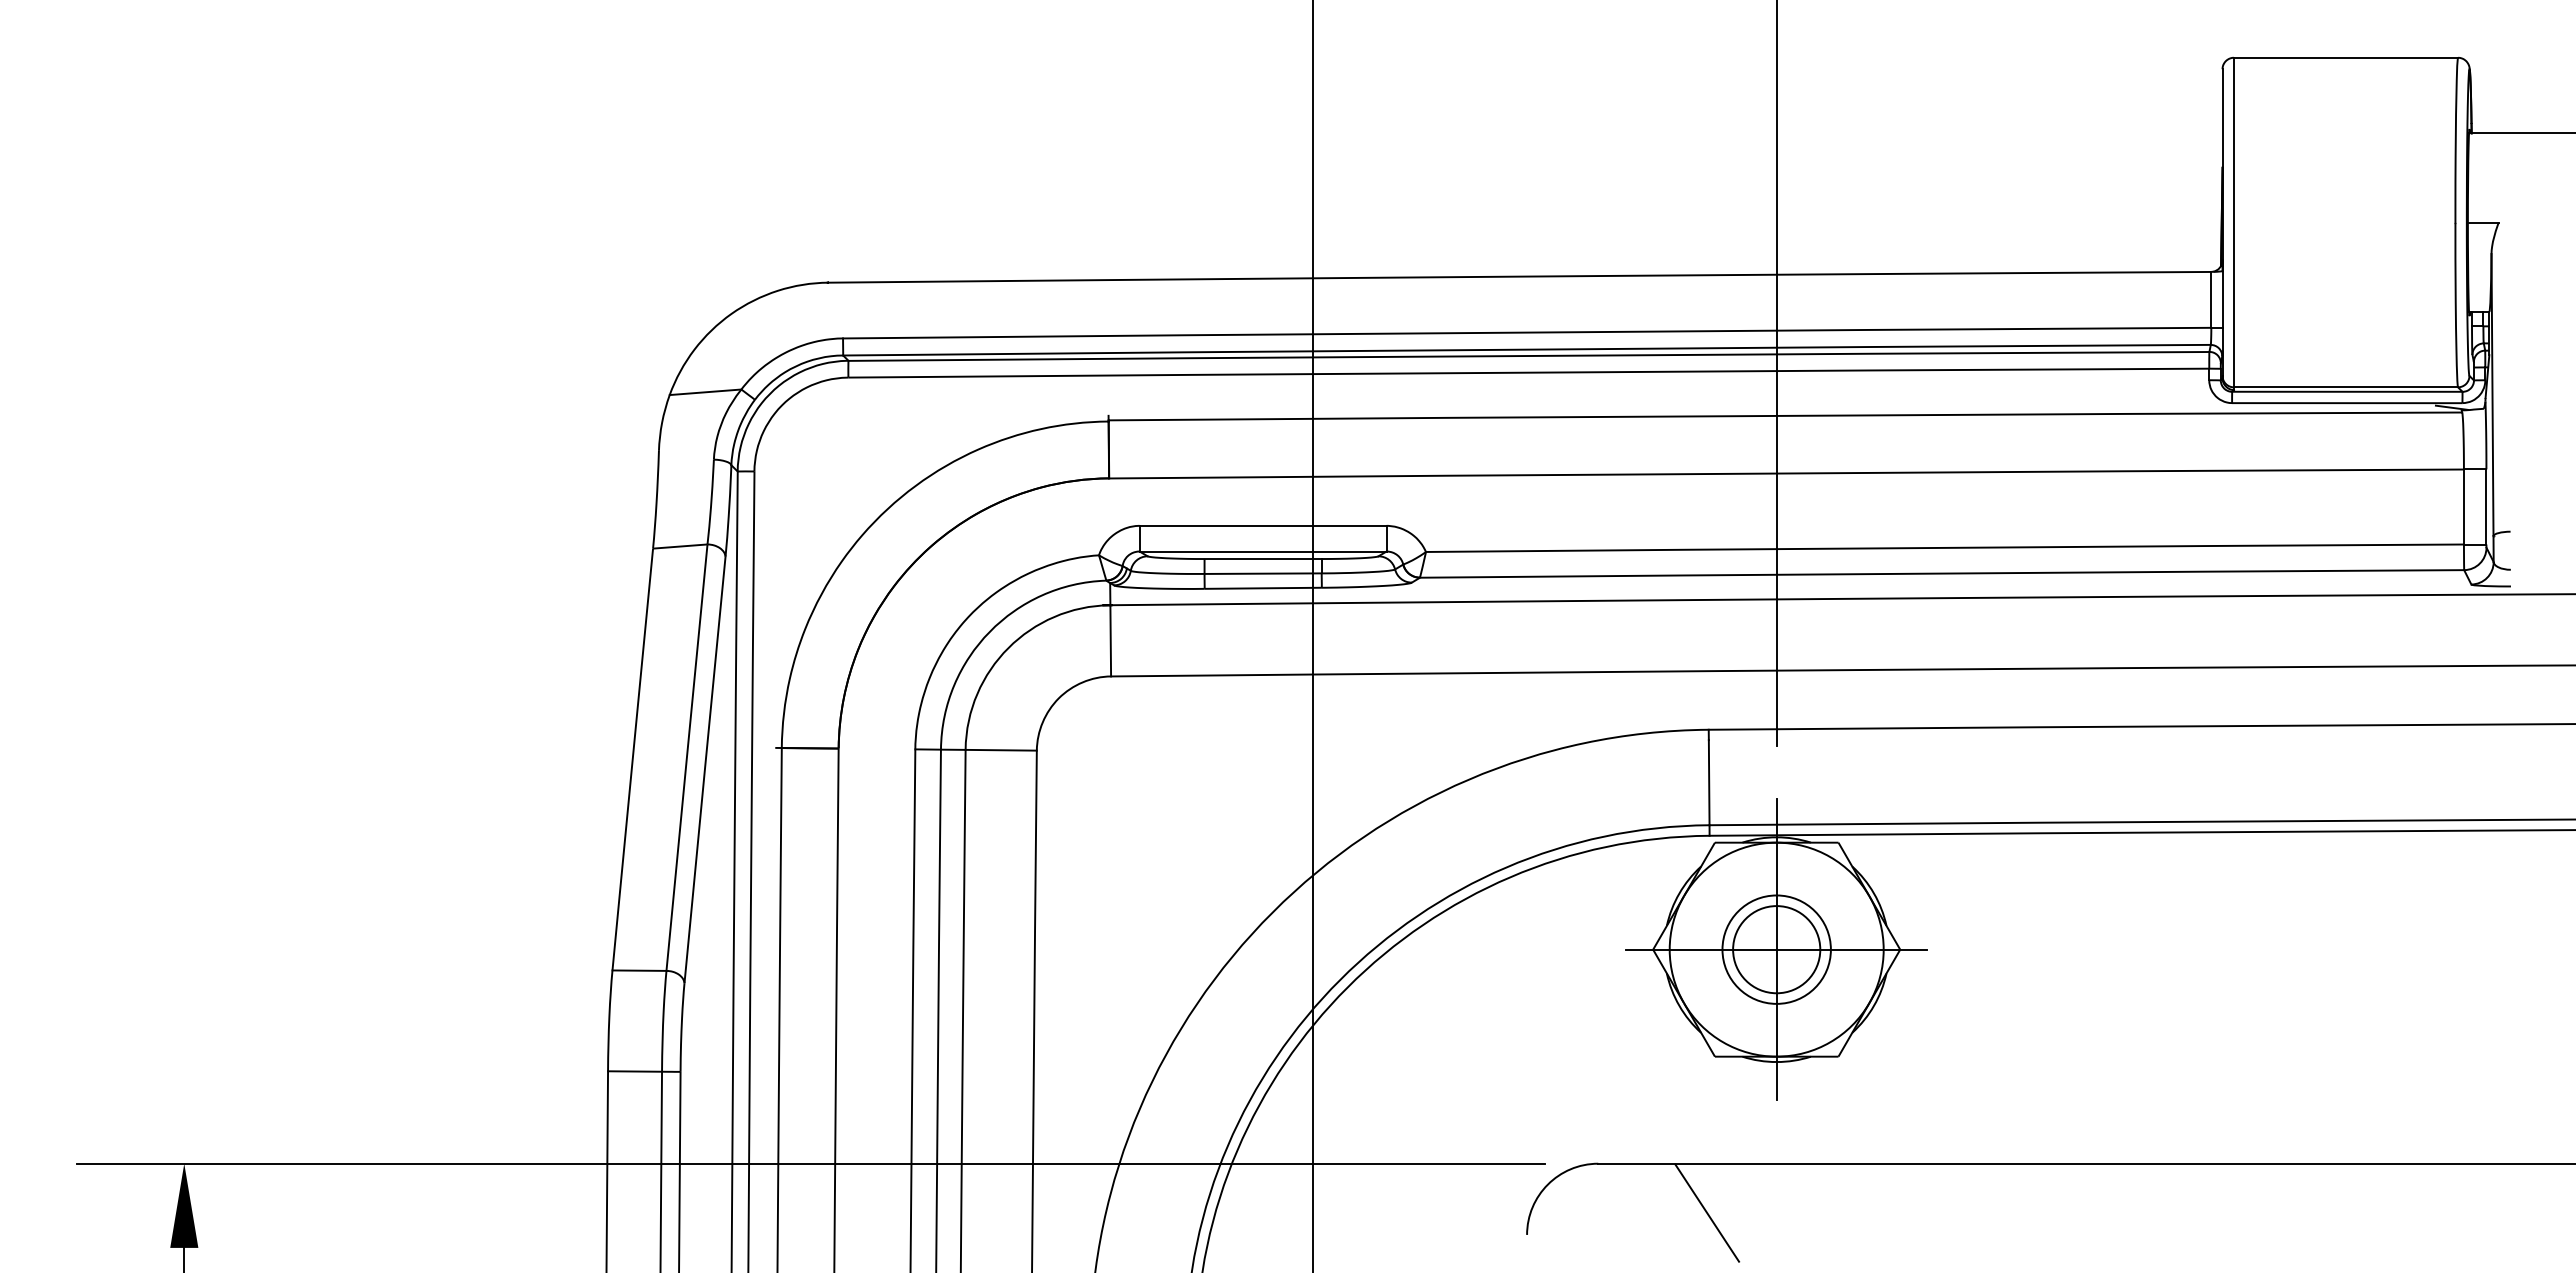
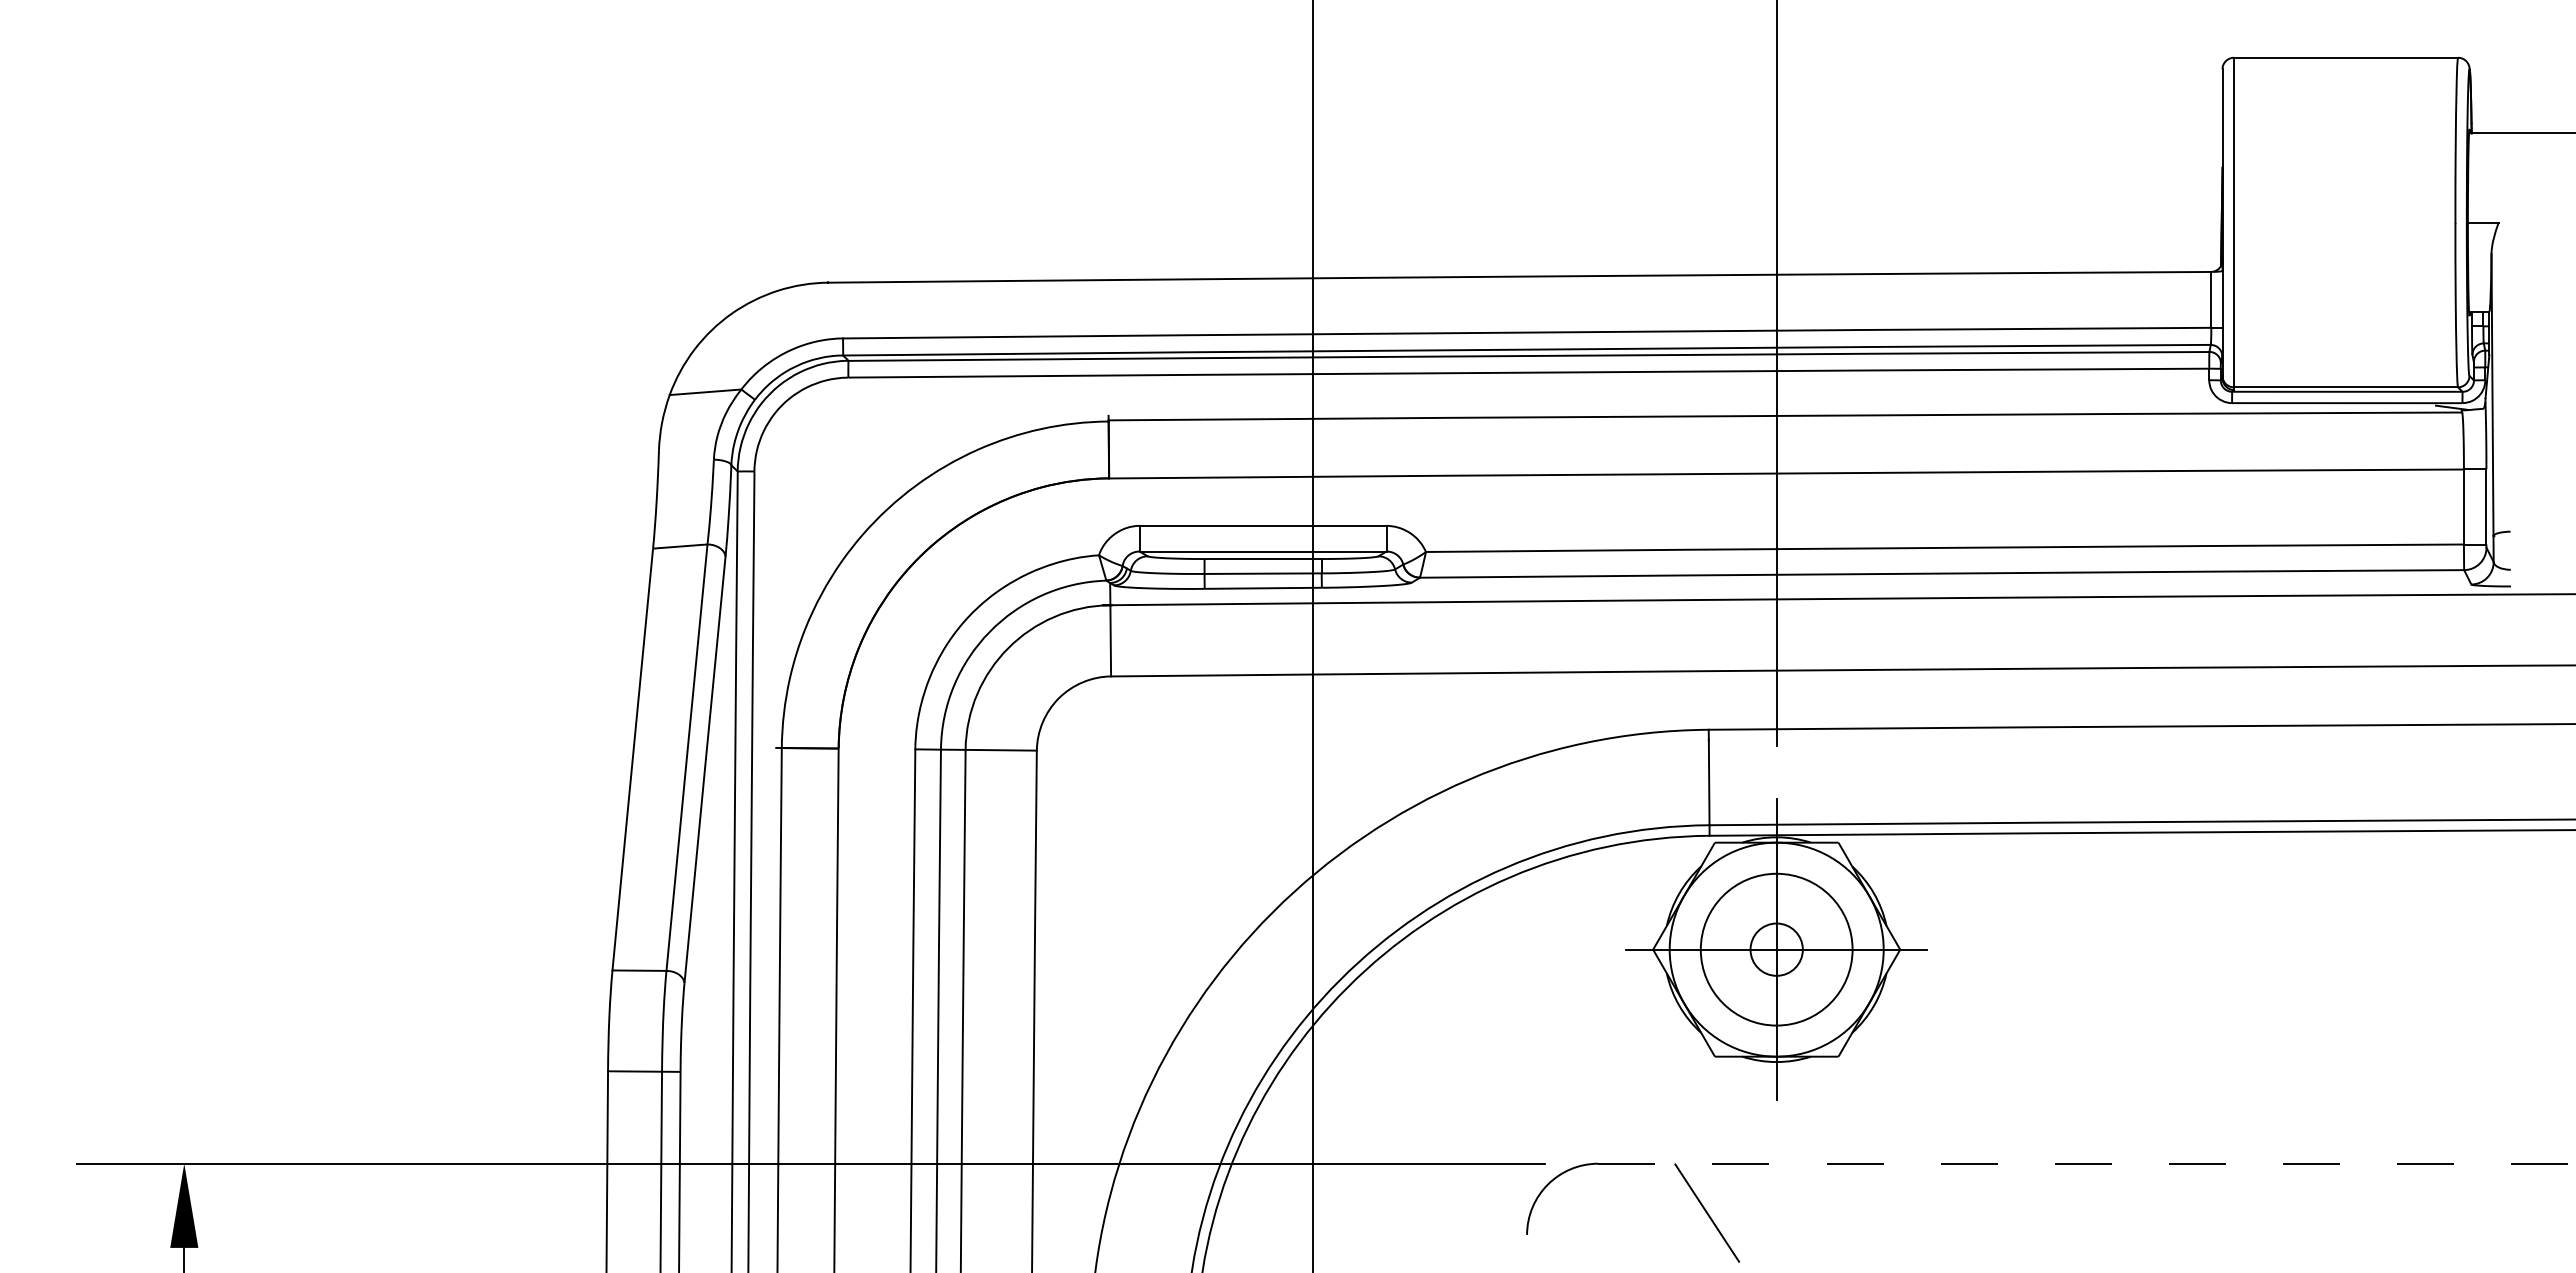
circle at (1776, 949) diameter: 108 px -> 152 px
circle at (1776, 949) diameter: 87 px -> 52 px
line at (2087, 1163): solid -> dashed
